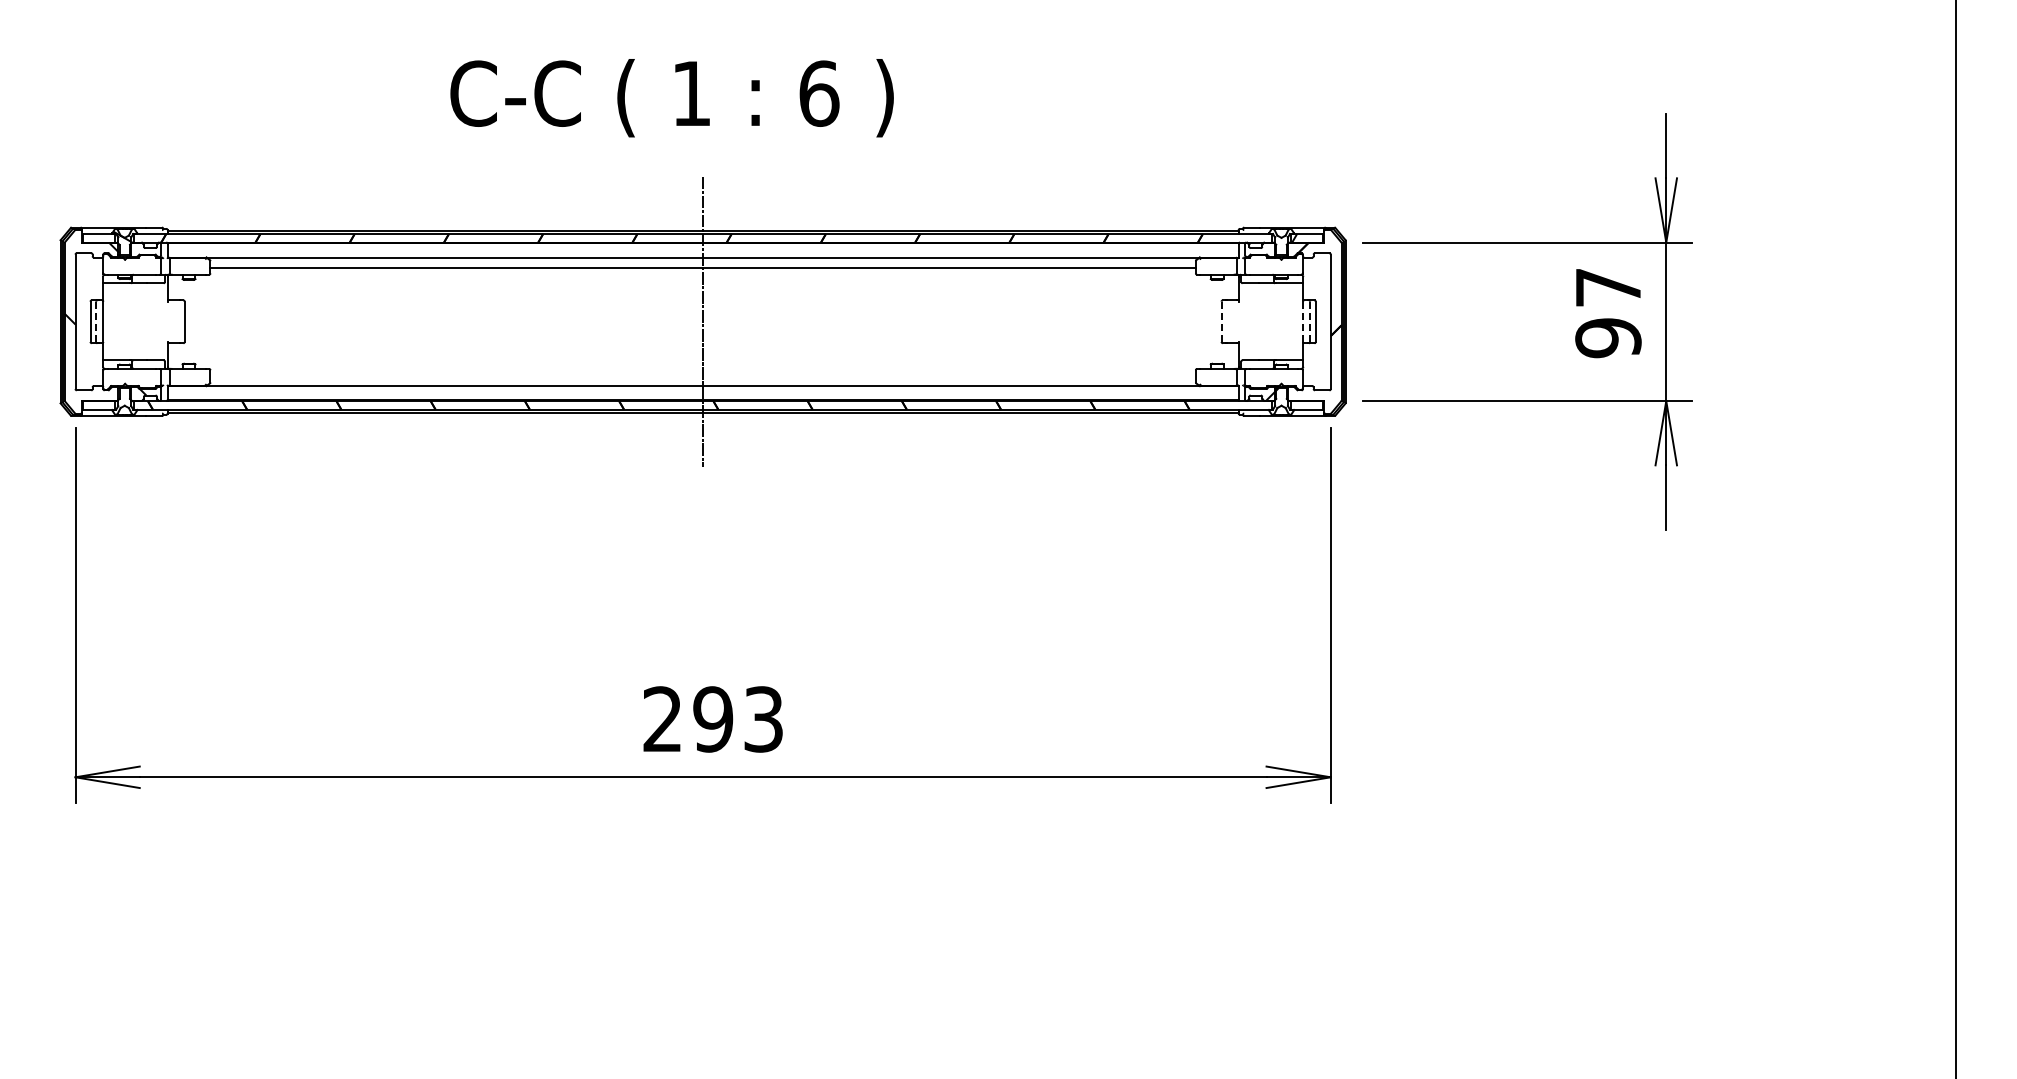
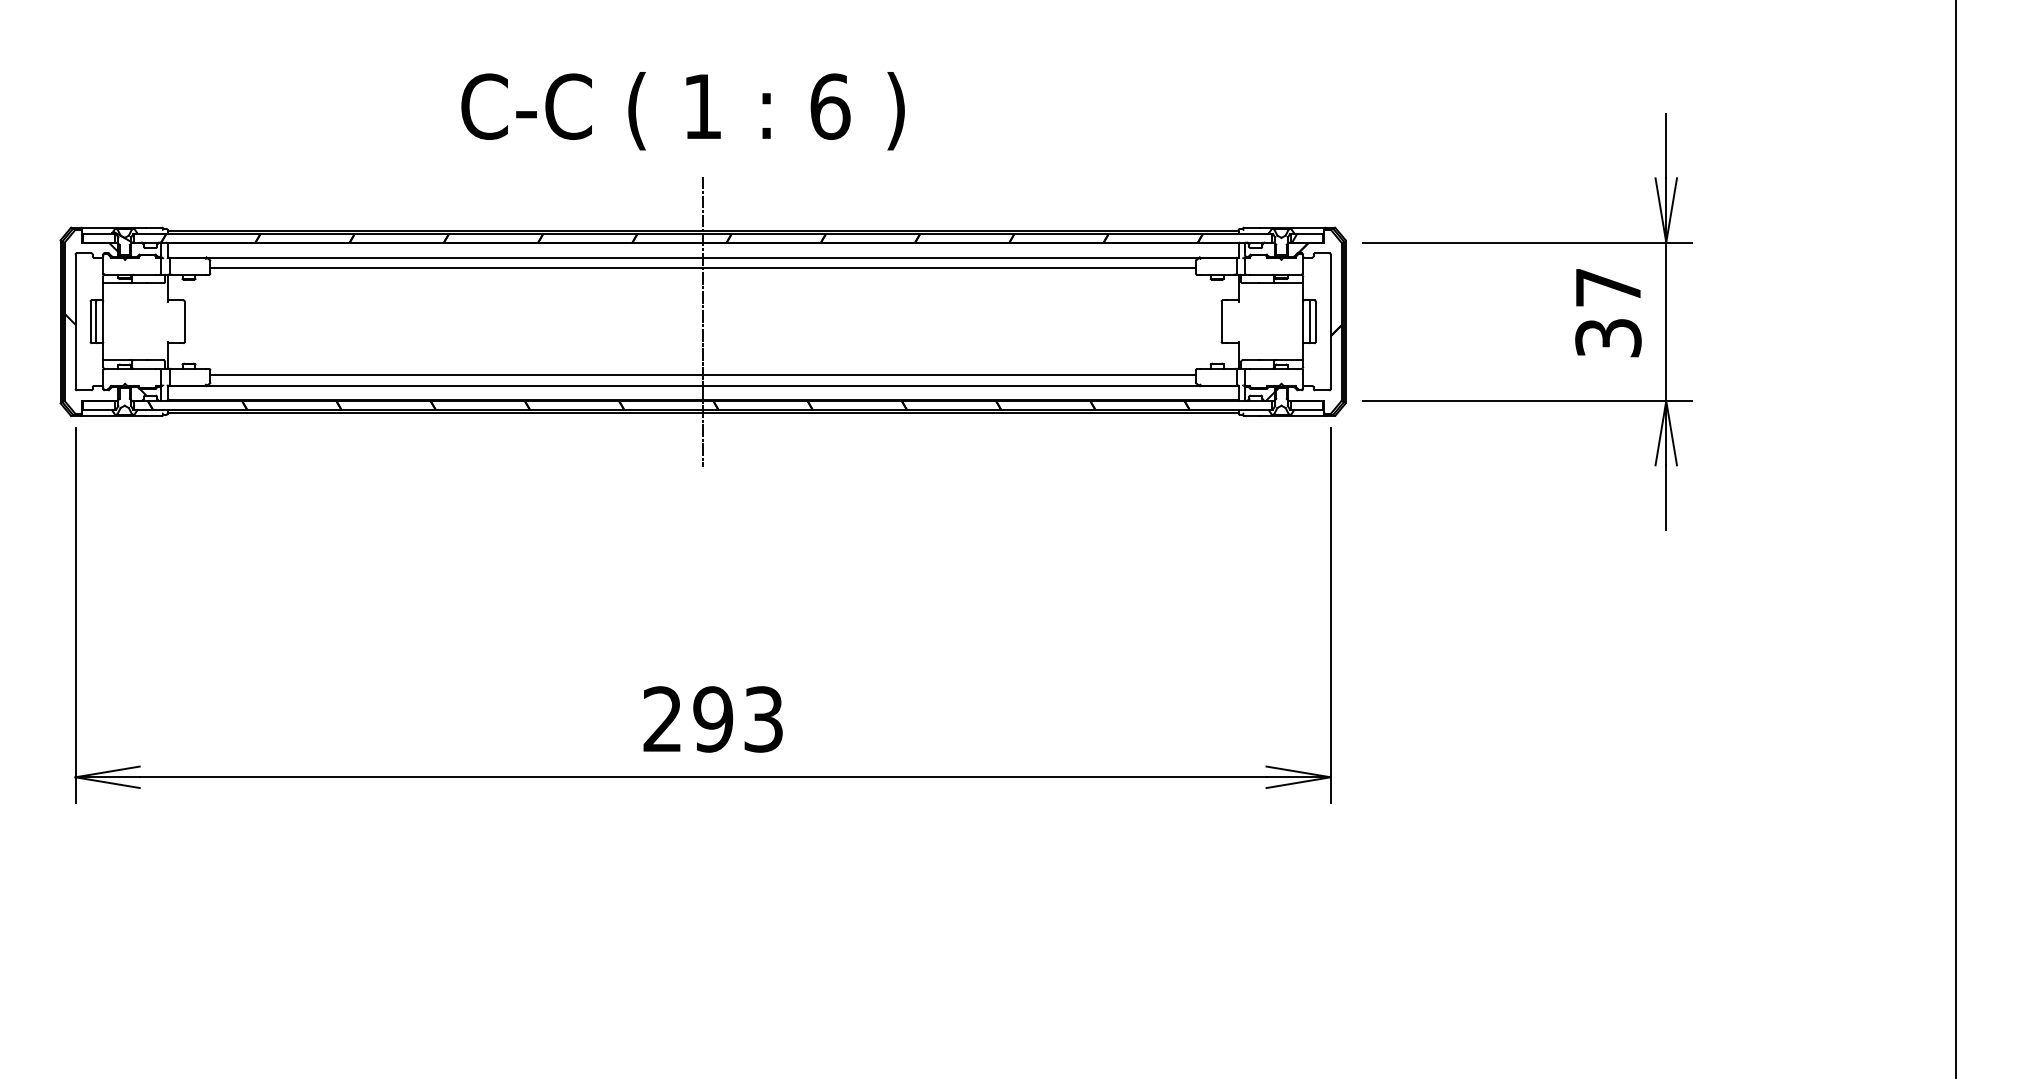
text at (671, 98) position: (671, 98) -> (682, 111)
line at (1310, 321): dashed -> solid
line at (96, 322): dashed -> solid
line at (1221, 322): dashed -> solid
line at (1302, 322): dashed -> solid
text at (1608, 338): 97 -> 37
line at (702, 375): none -> present
